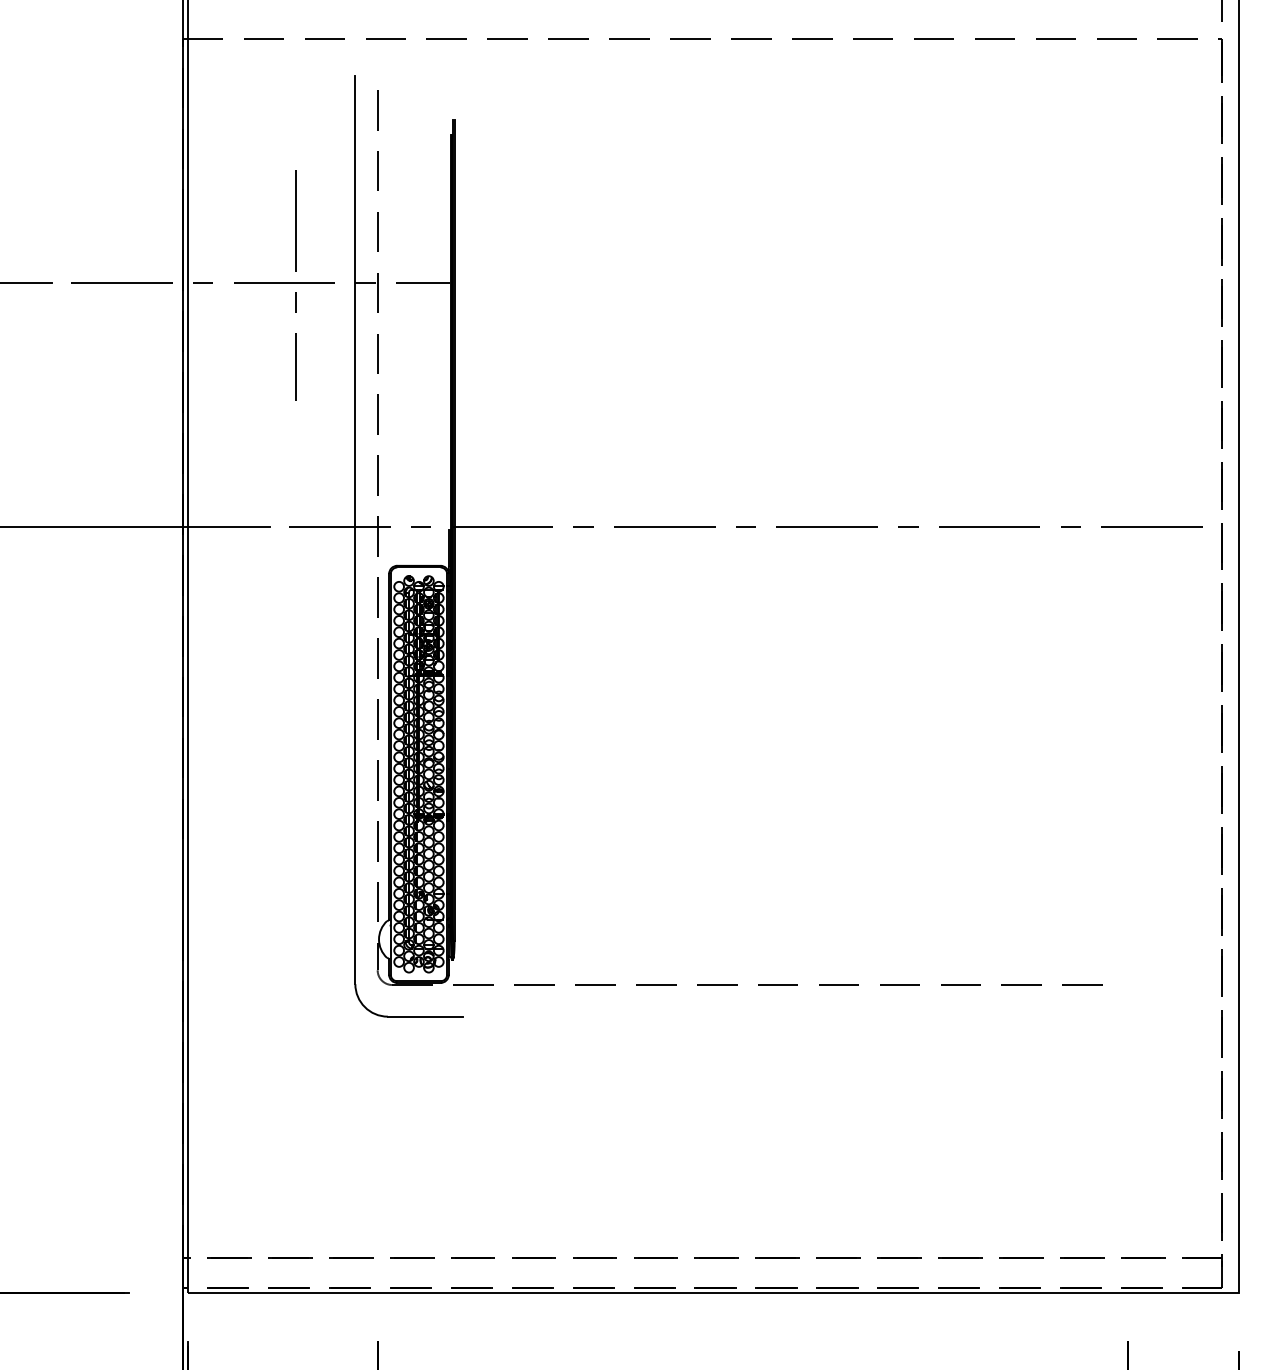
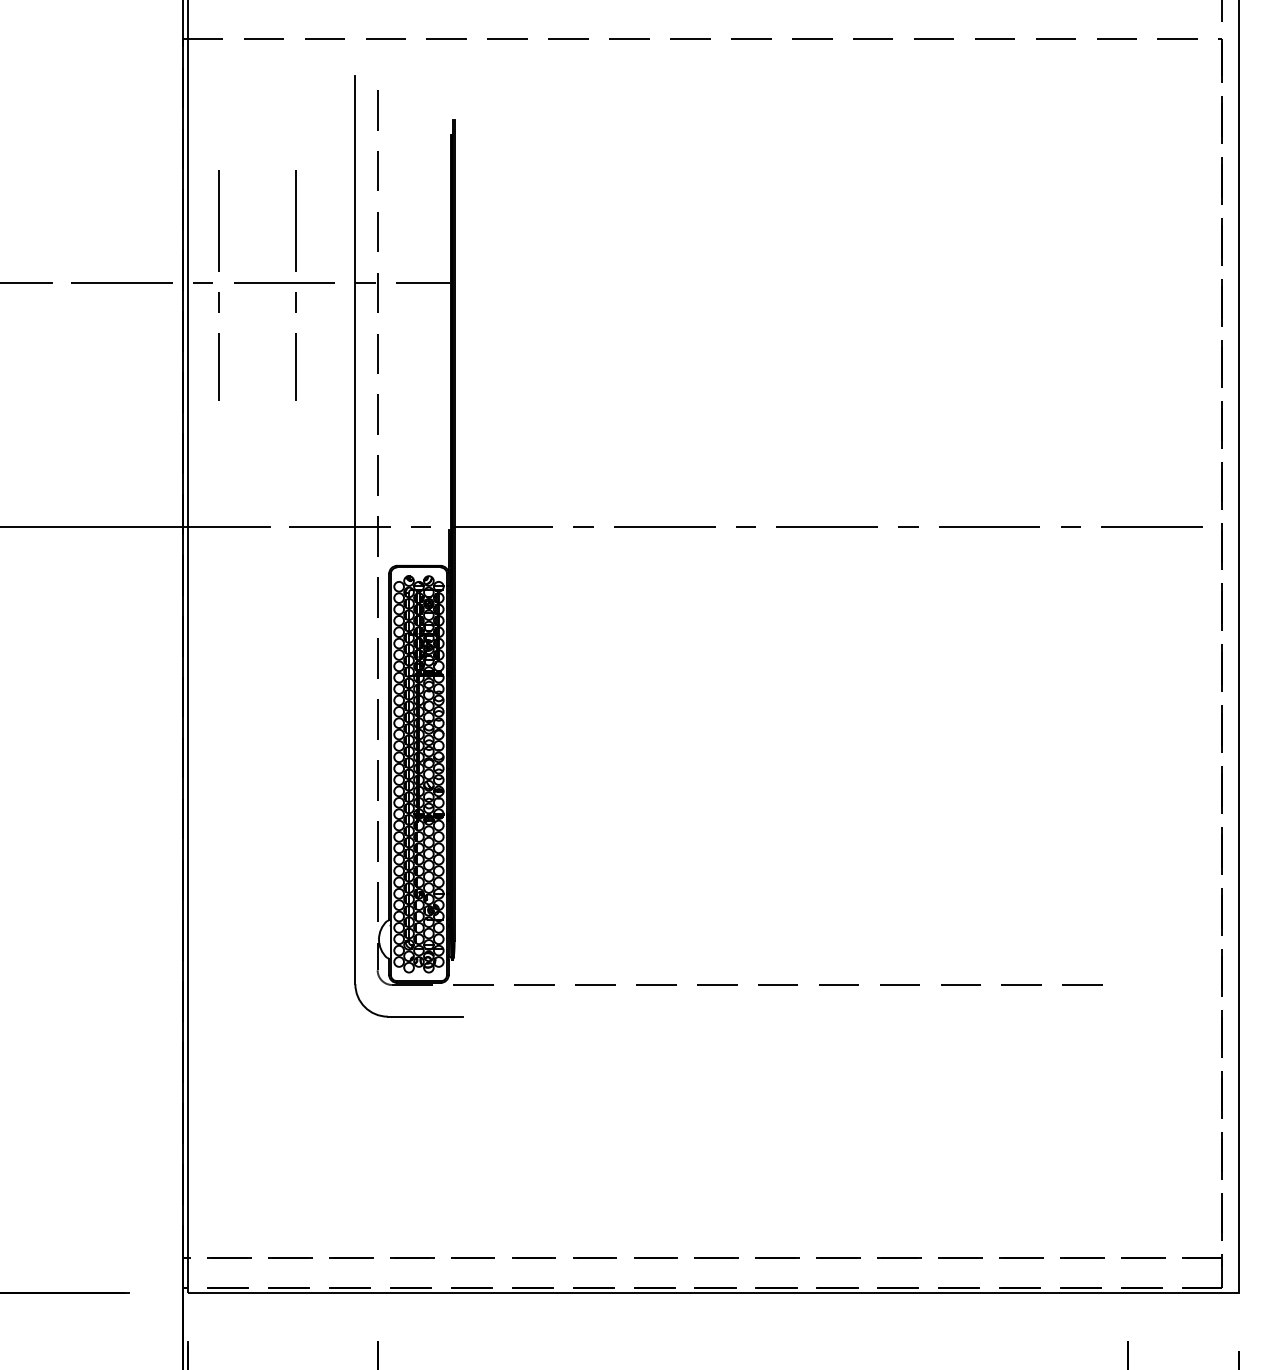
line at (218, 292): none -> present
